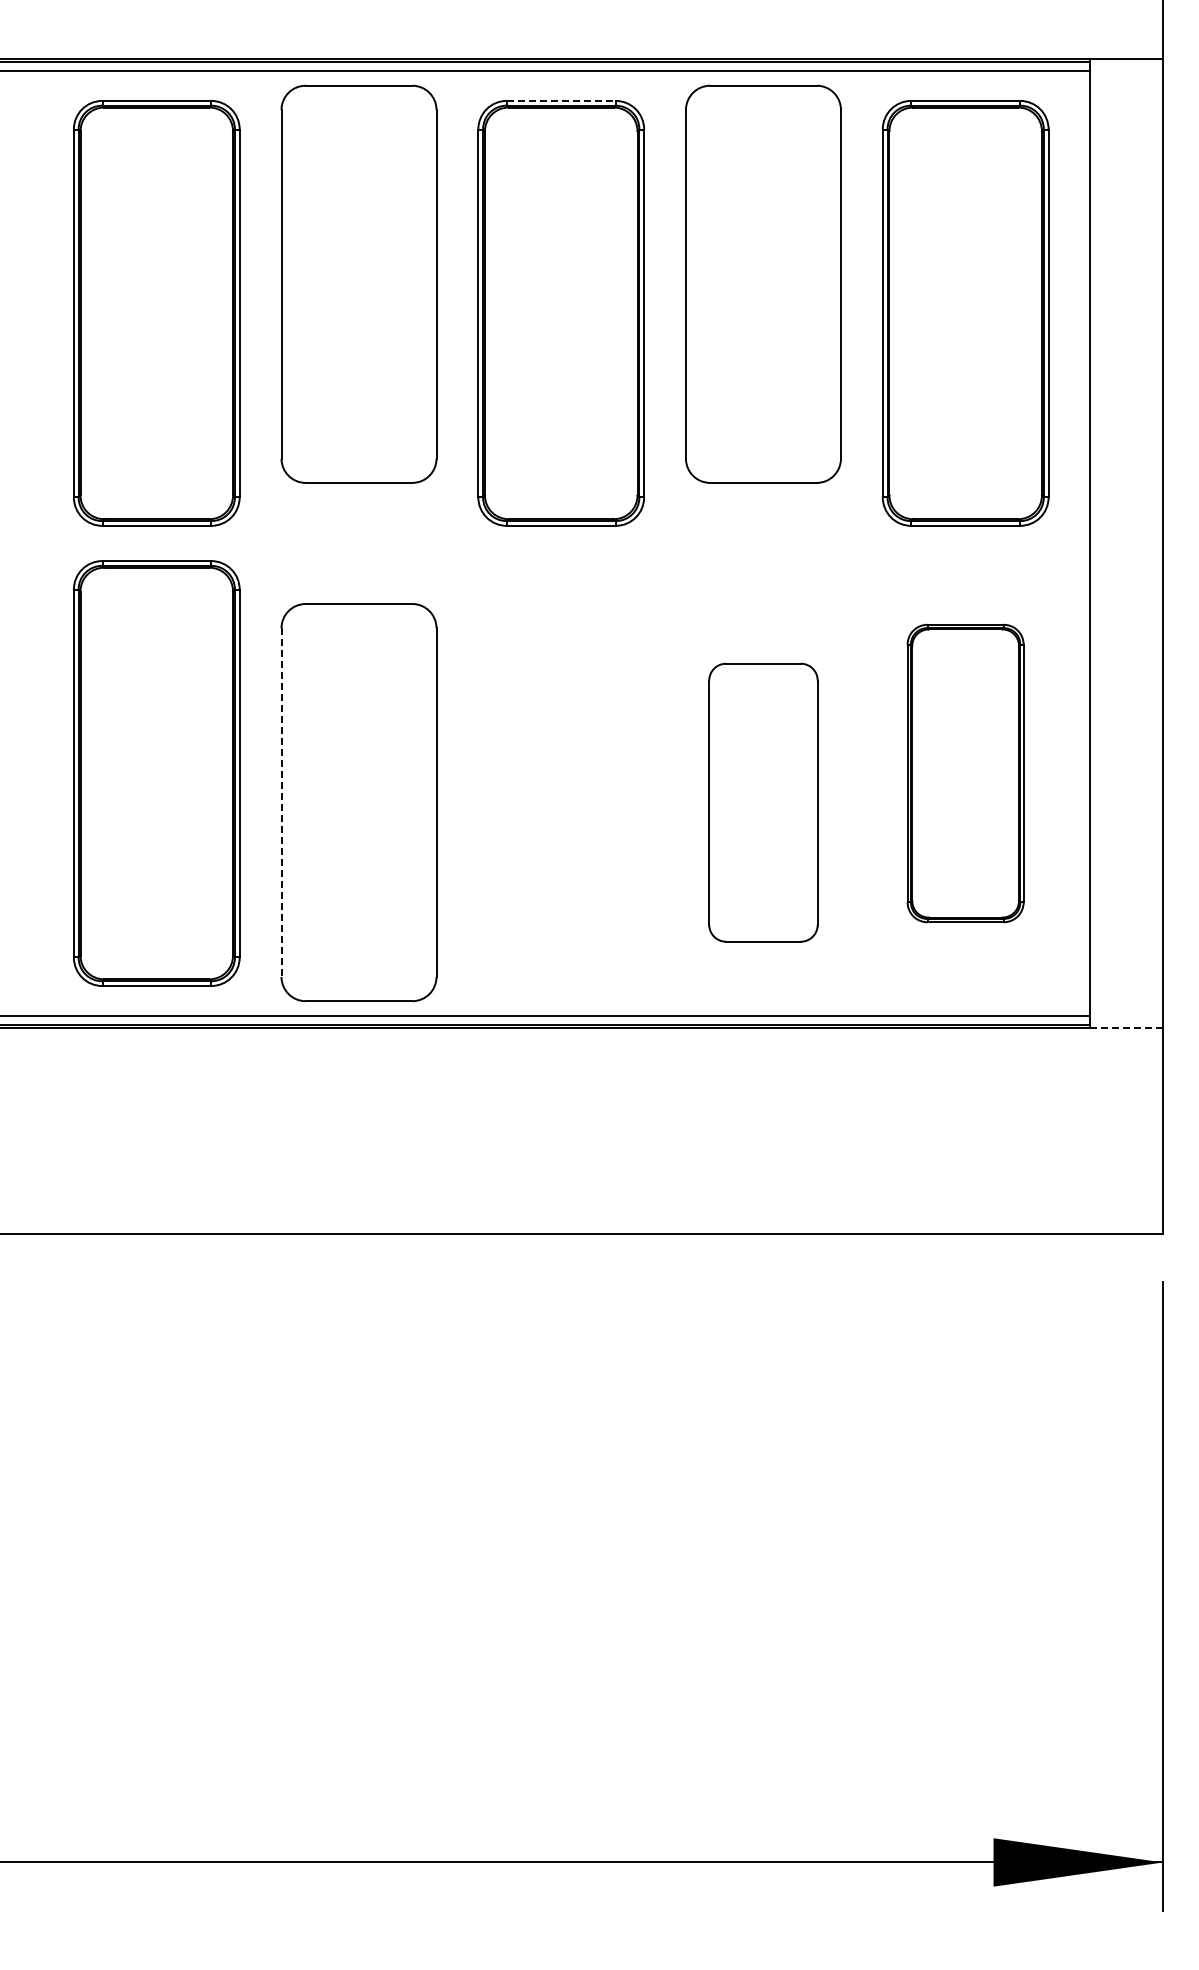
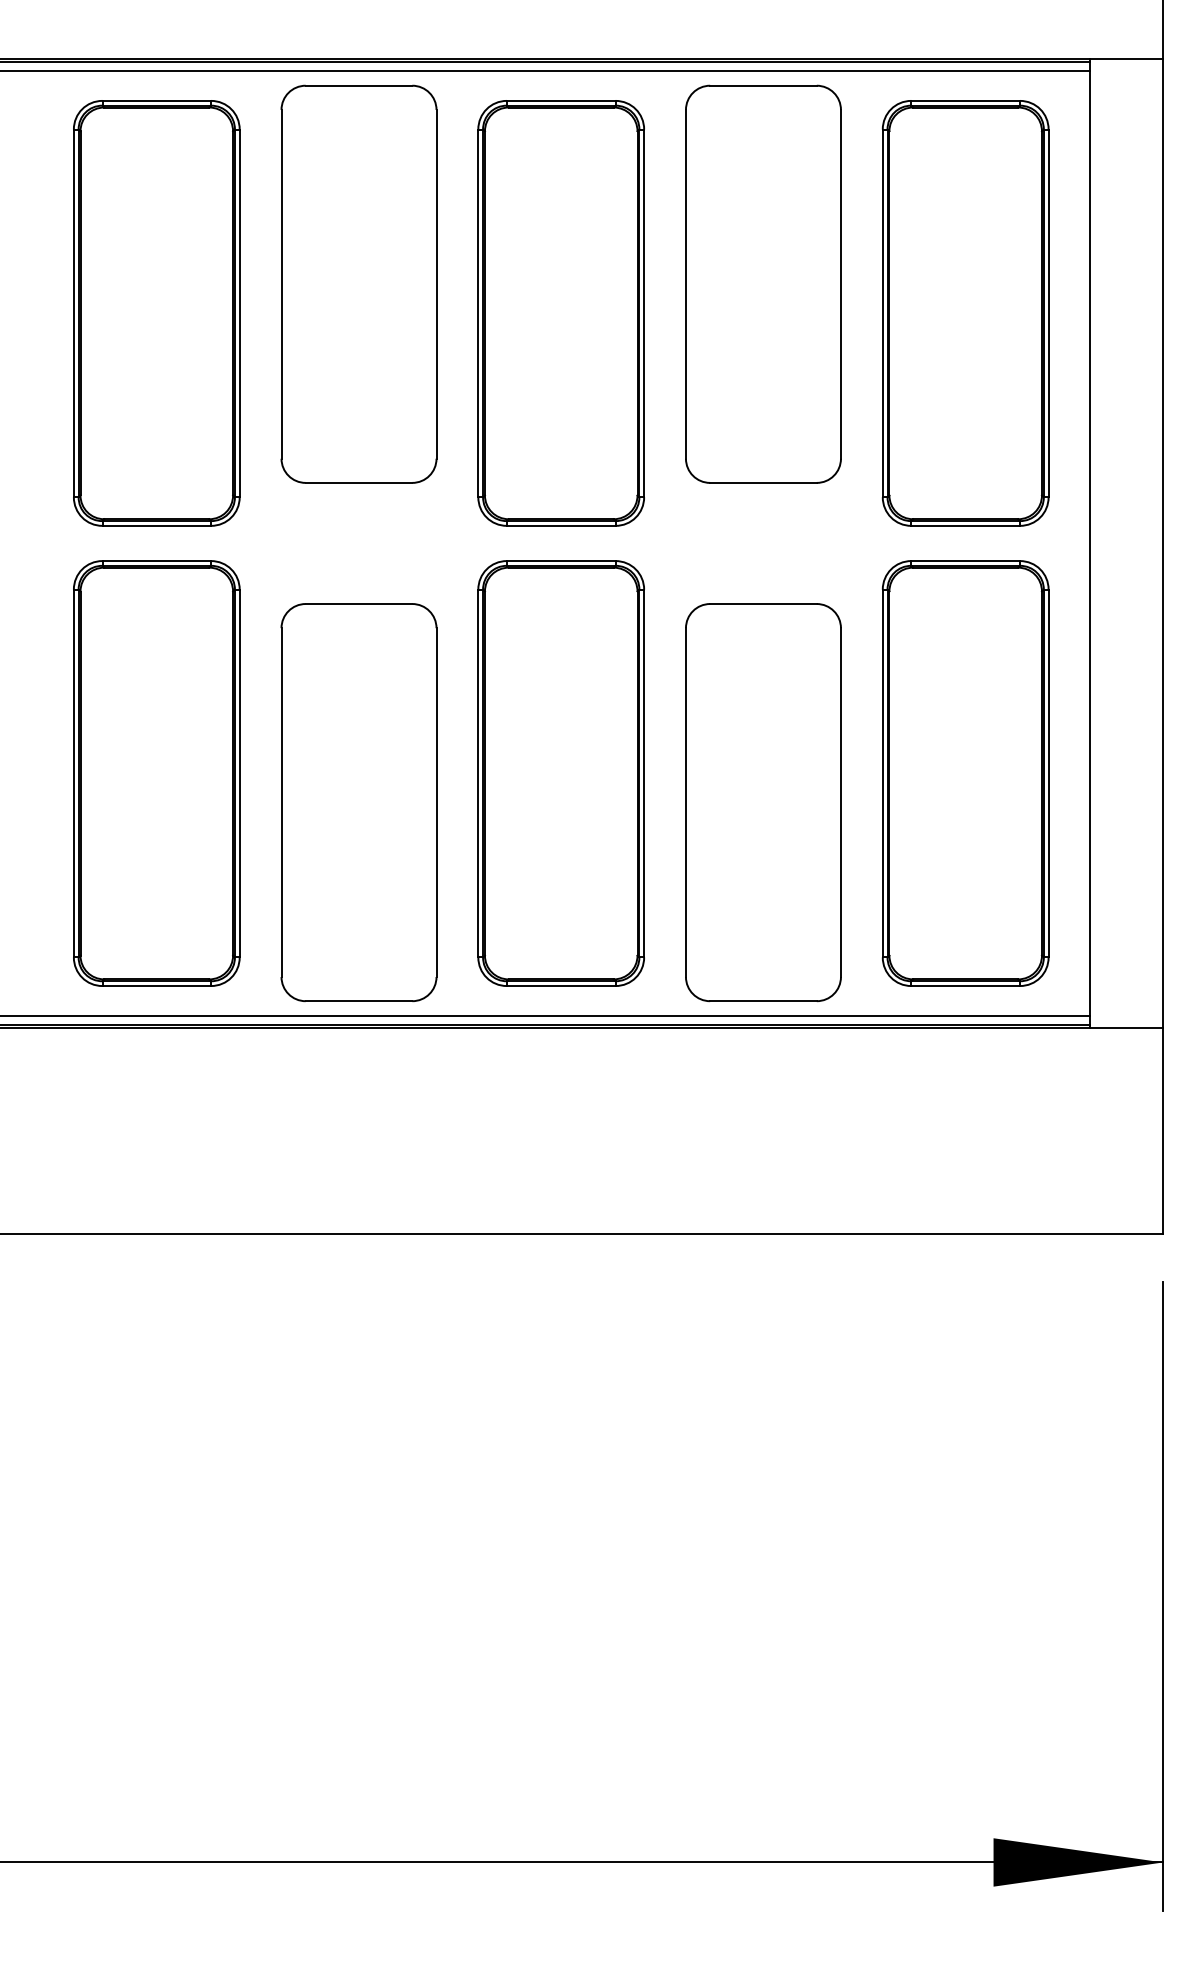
line at (561, 100): dashed -> solid
part at (560, 773): none -> present
part at (965, 773) size: 119x301 px -> 169x427 px
part at (763, 802) size: 111x281 px -> 157x400 px
line at (281, 803): dashed -> solid
line at (1126, 1027): dashed -> solid
